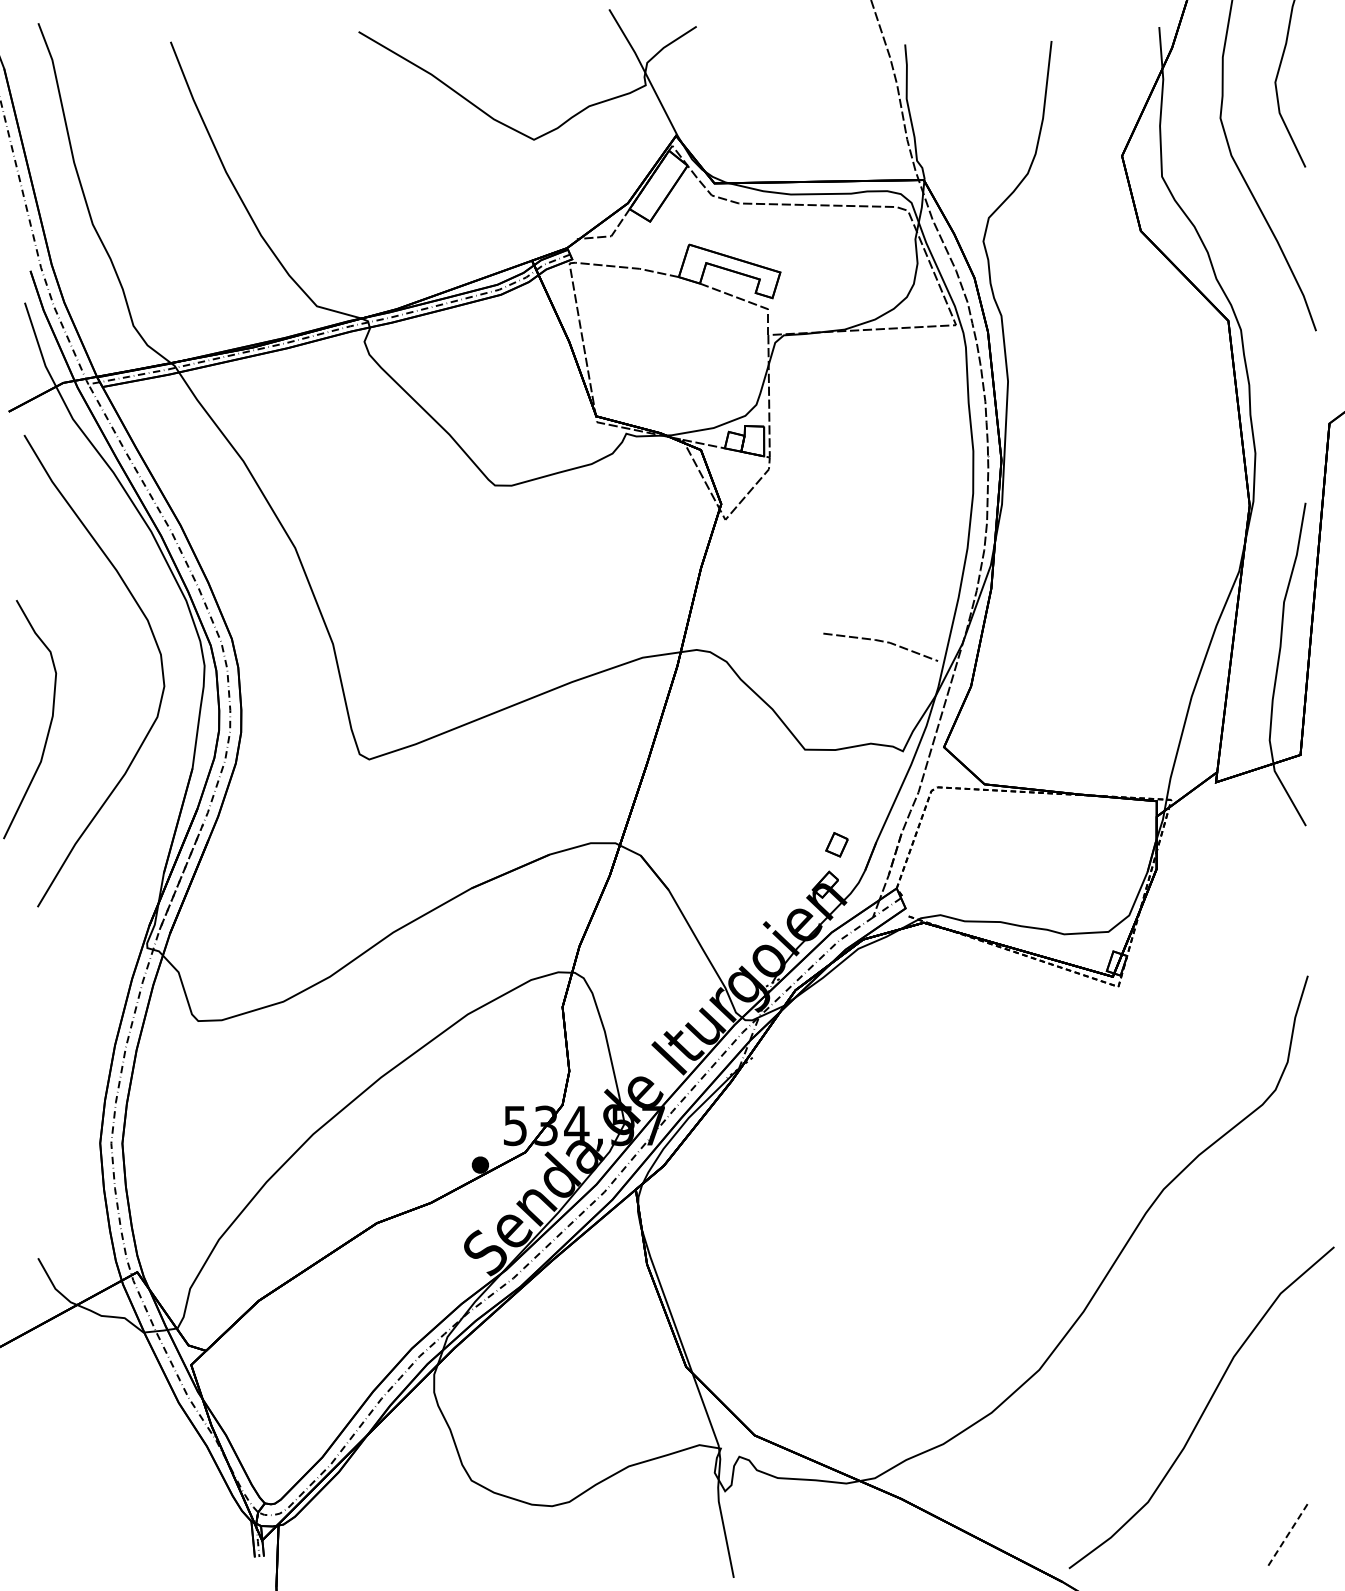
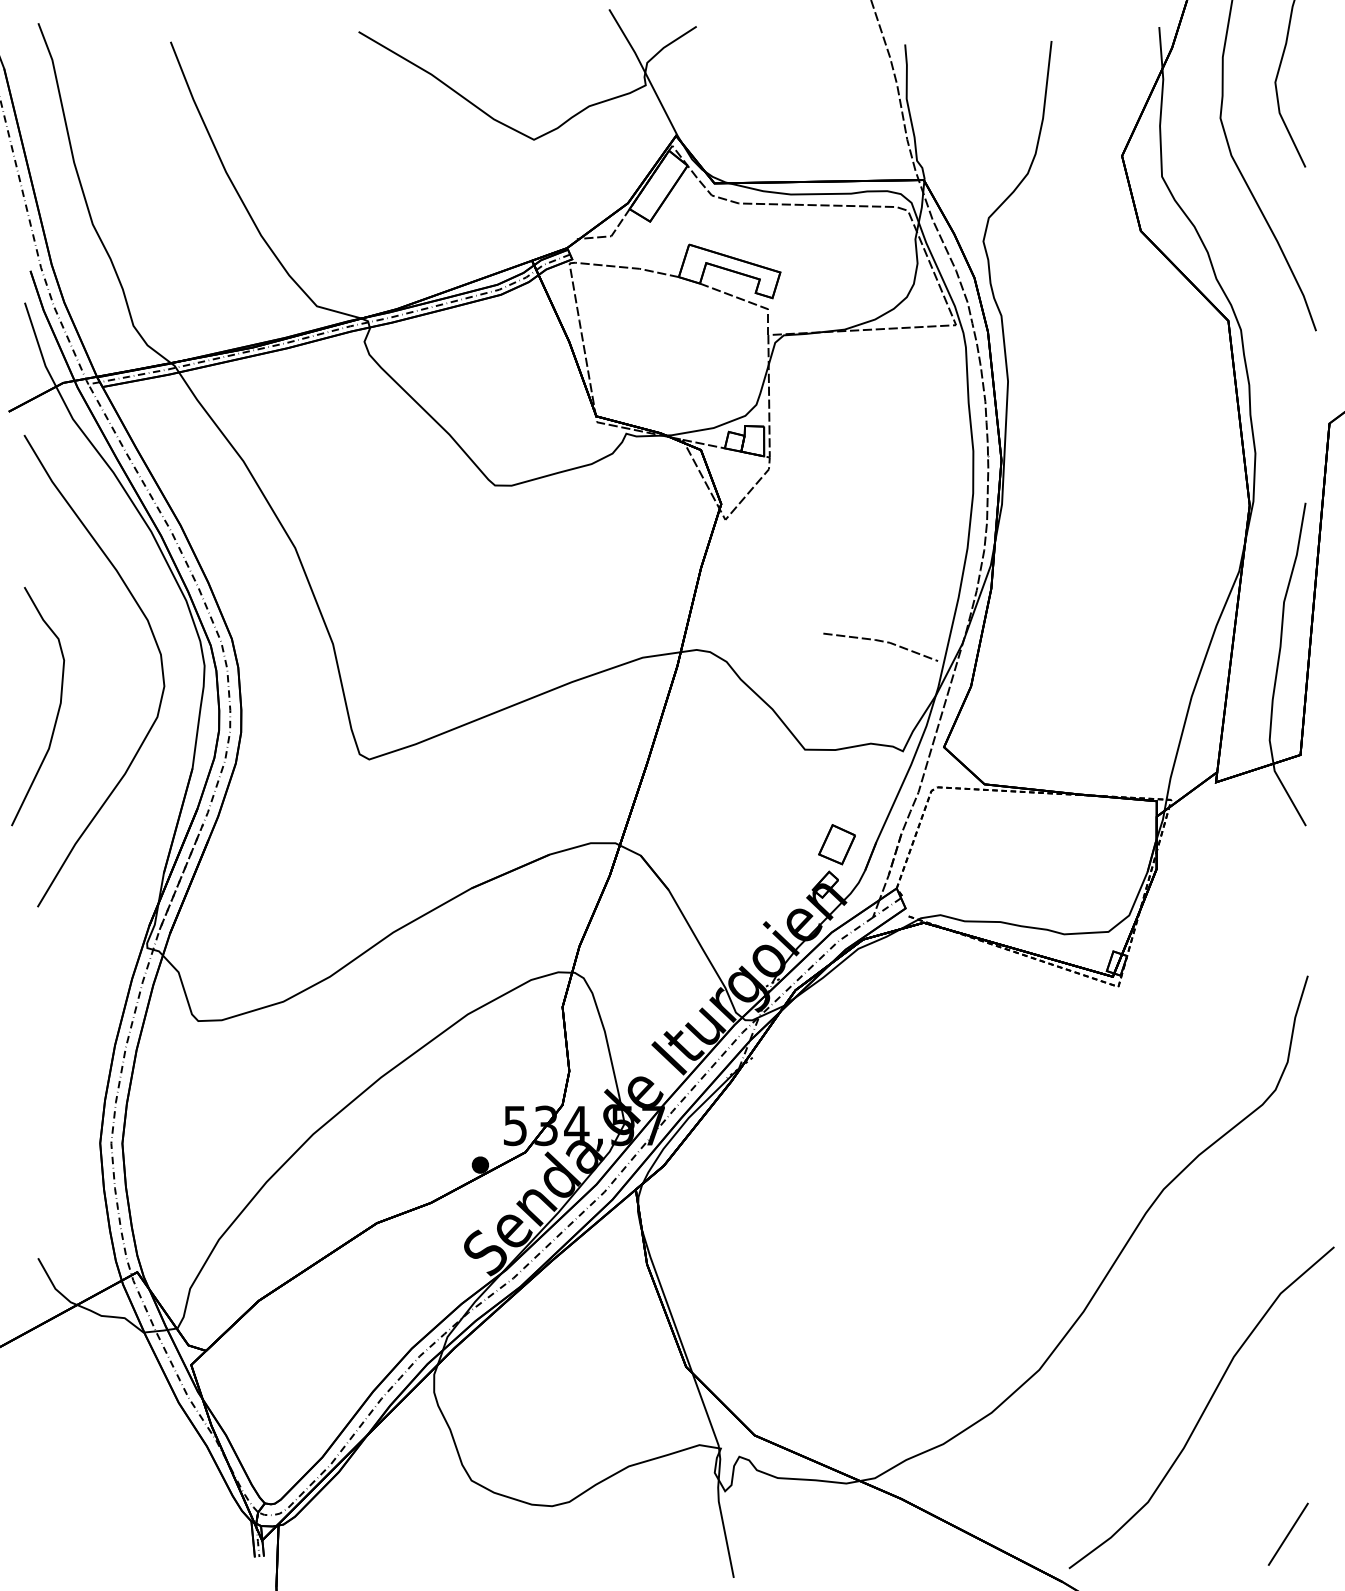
curve at (49, 724) position: (49, 724) -> (57, 711)
part at (836, 844) size: 24x26 px -> 38x42 px
line at (1288, 1533): dashed -> solid
